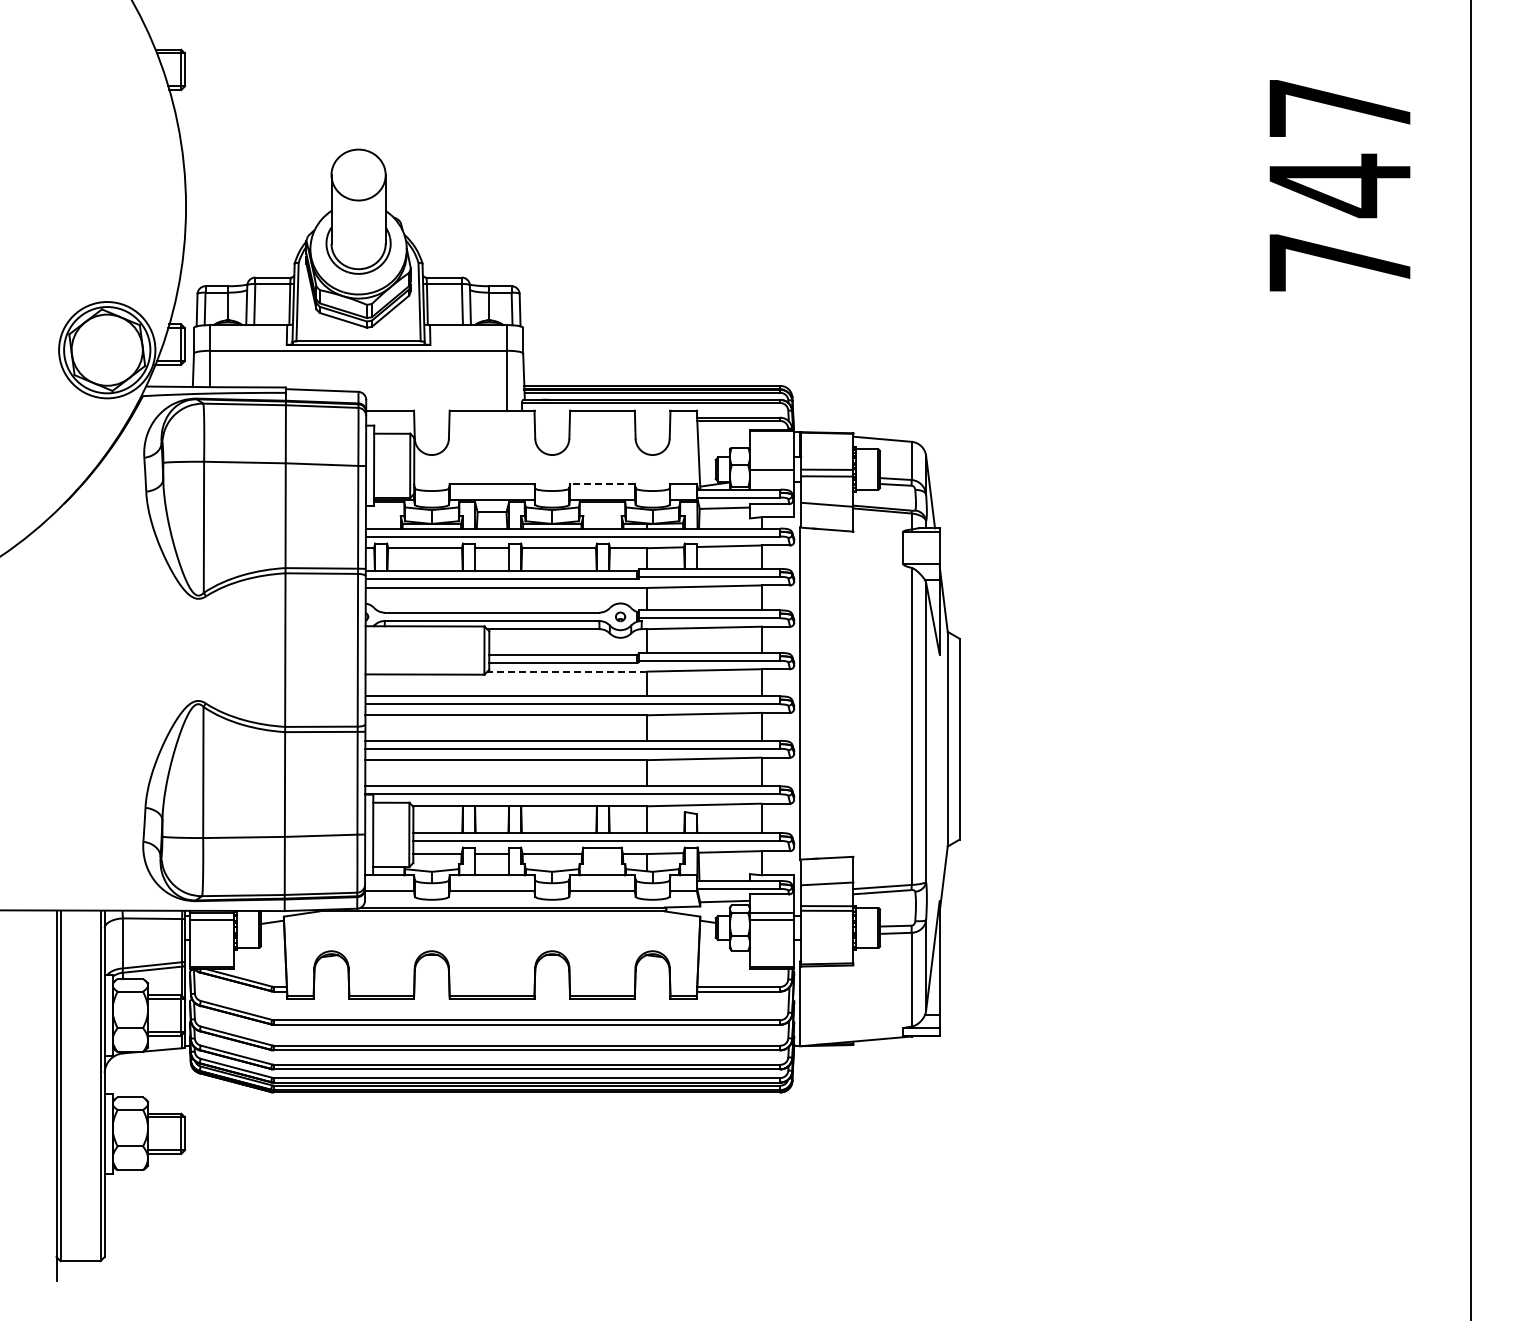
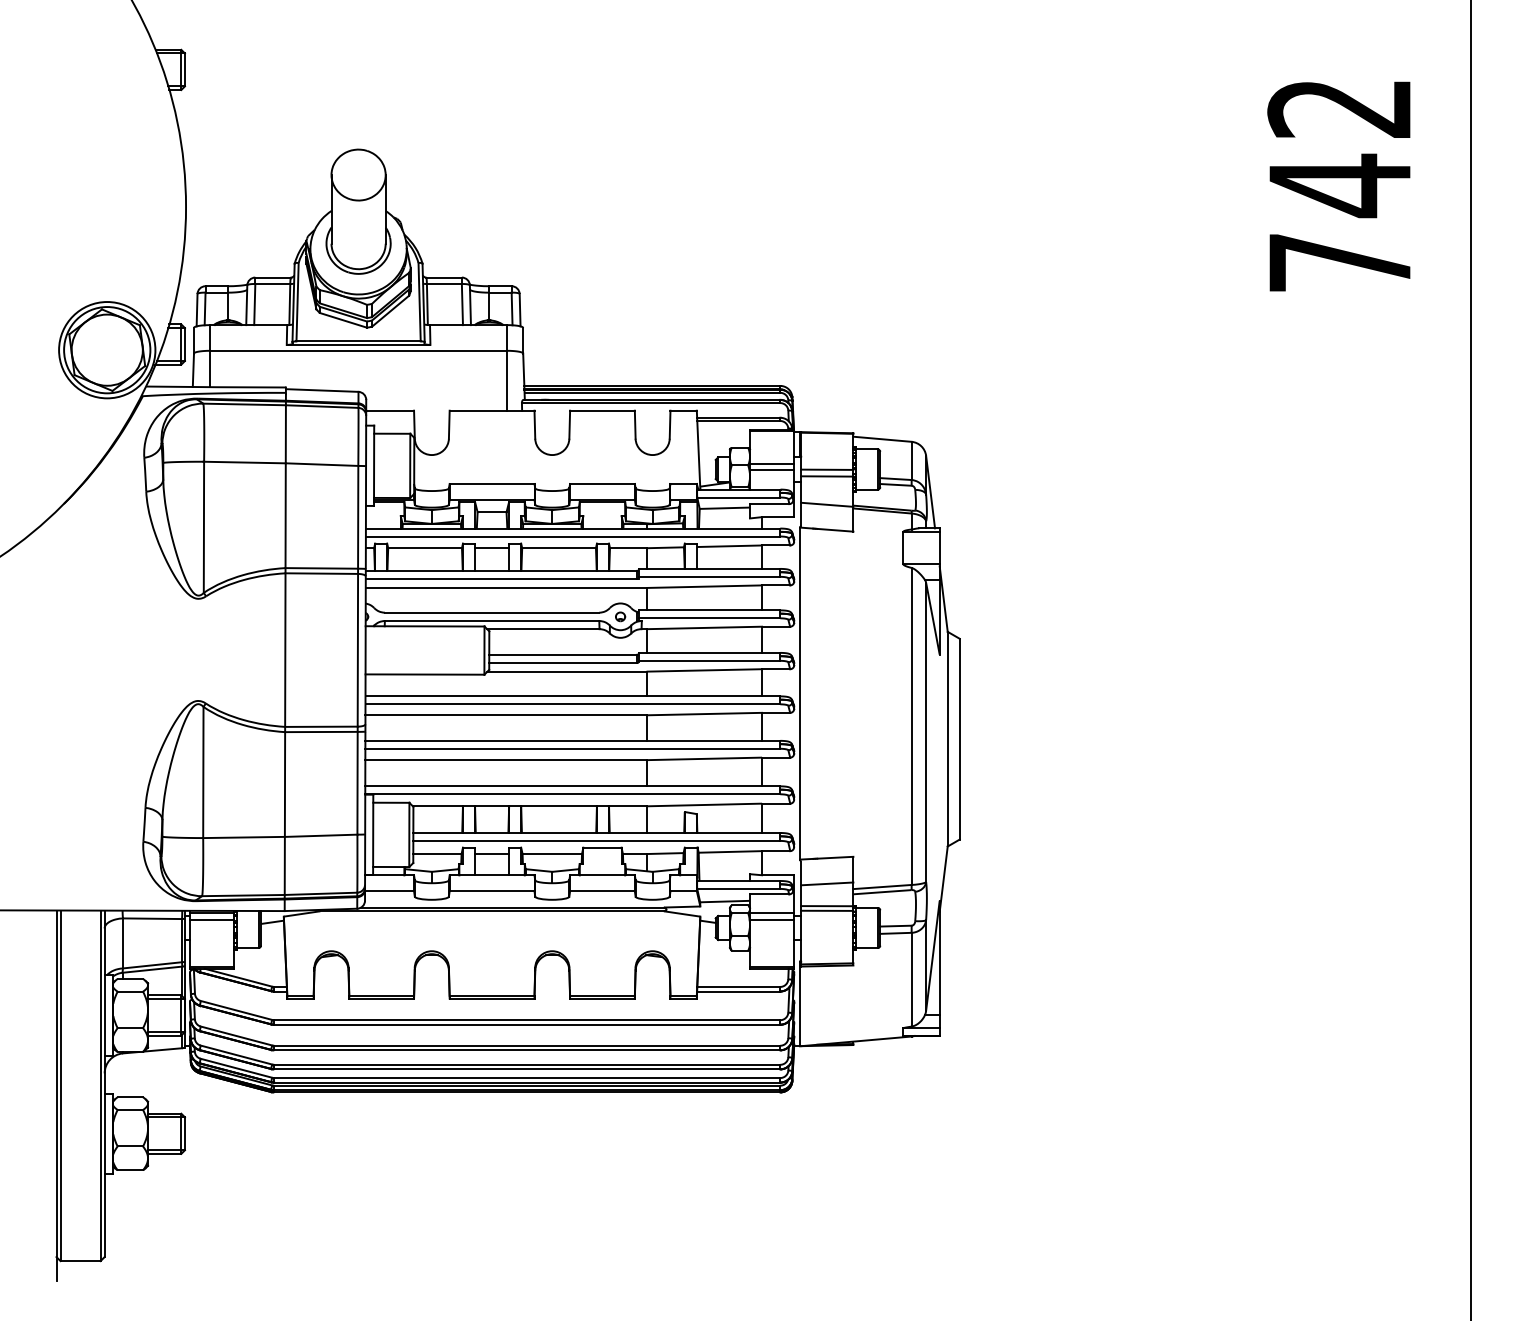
text at (1338, 108): 747 -> 742
line at (772, 463): none -> present
line at (601, 483): dashed -> solid
line at (567, 671): dashed -> solid
